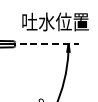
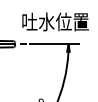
line at (55, 44): dashed -> solid
